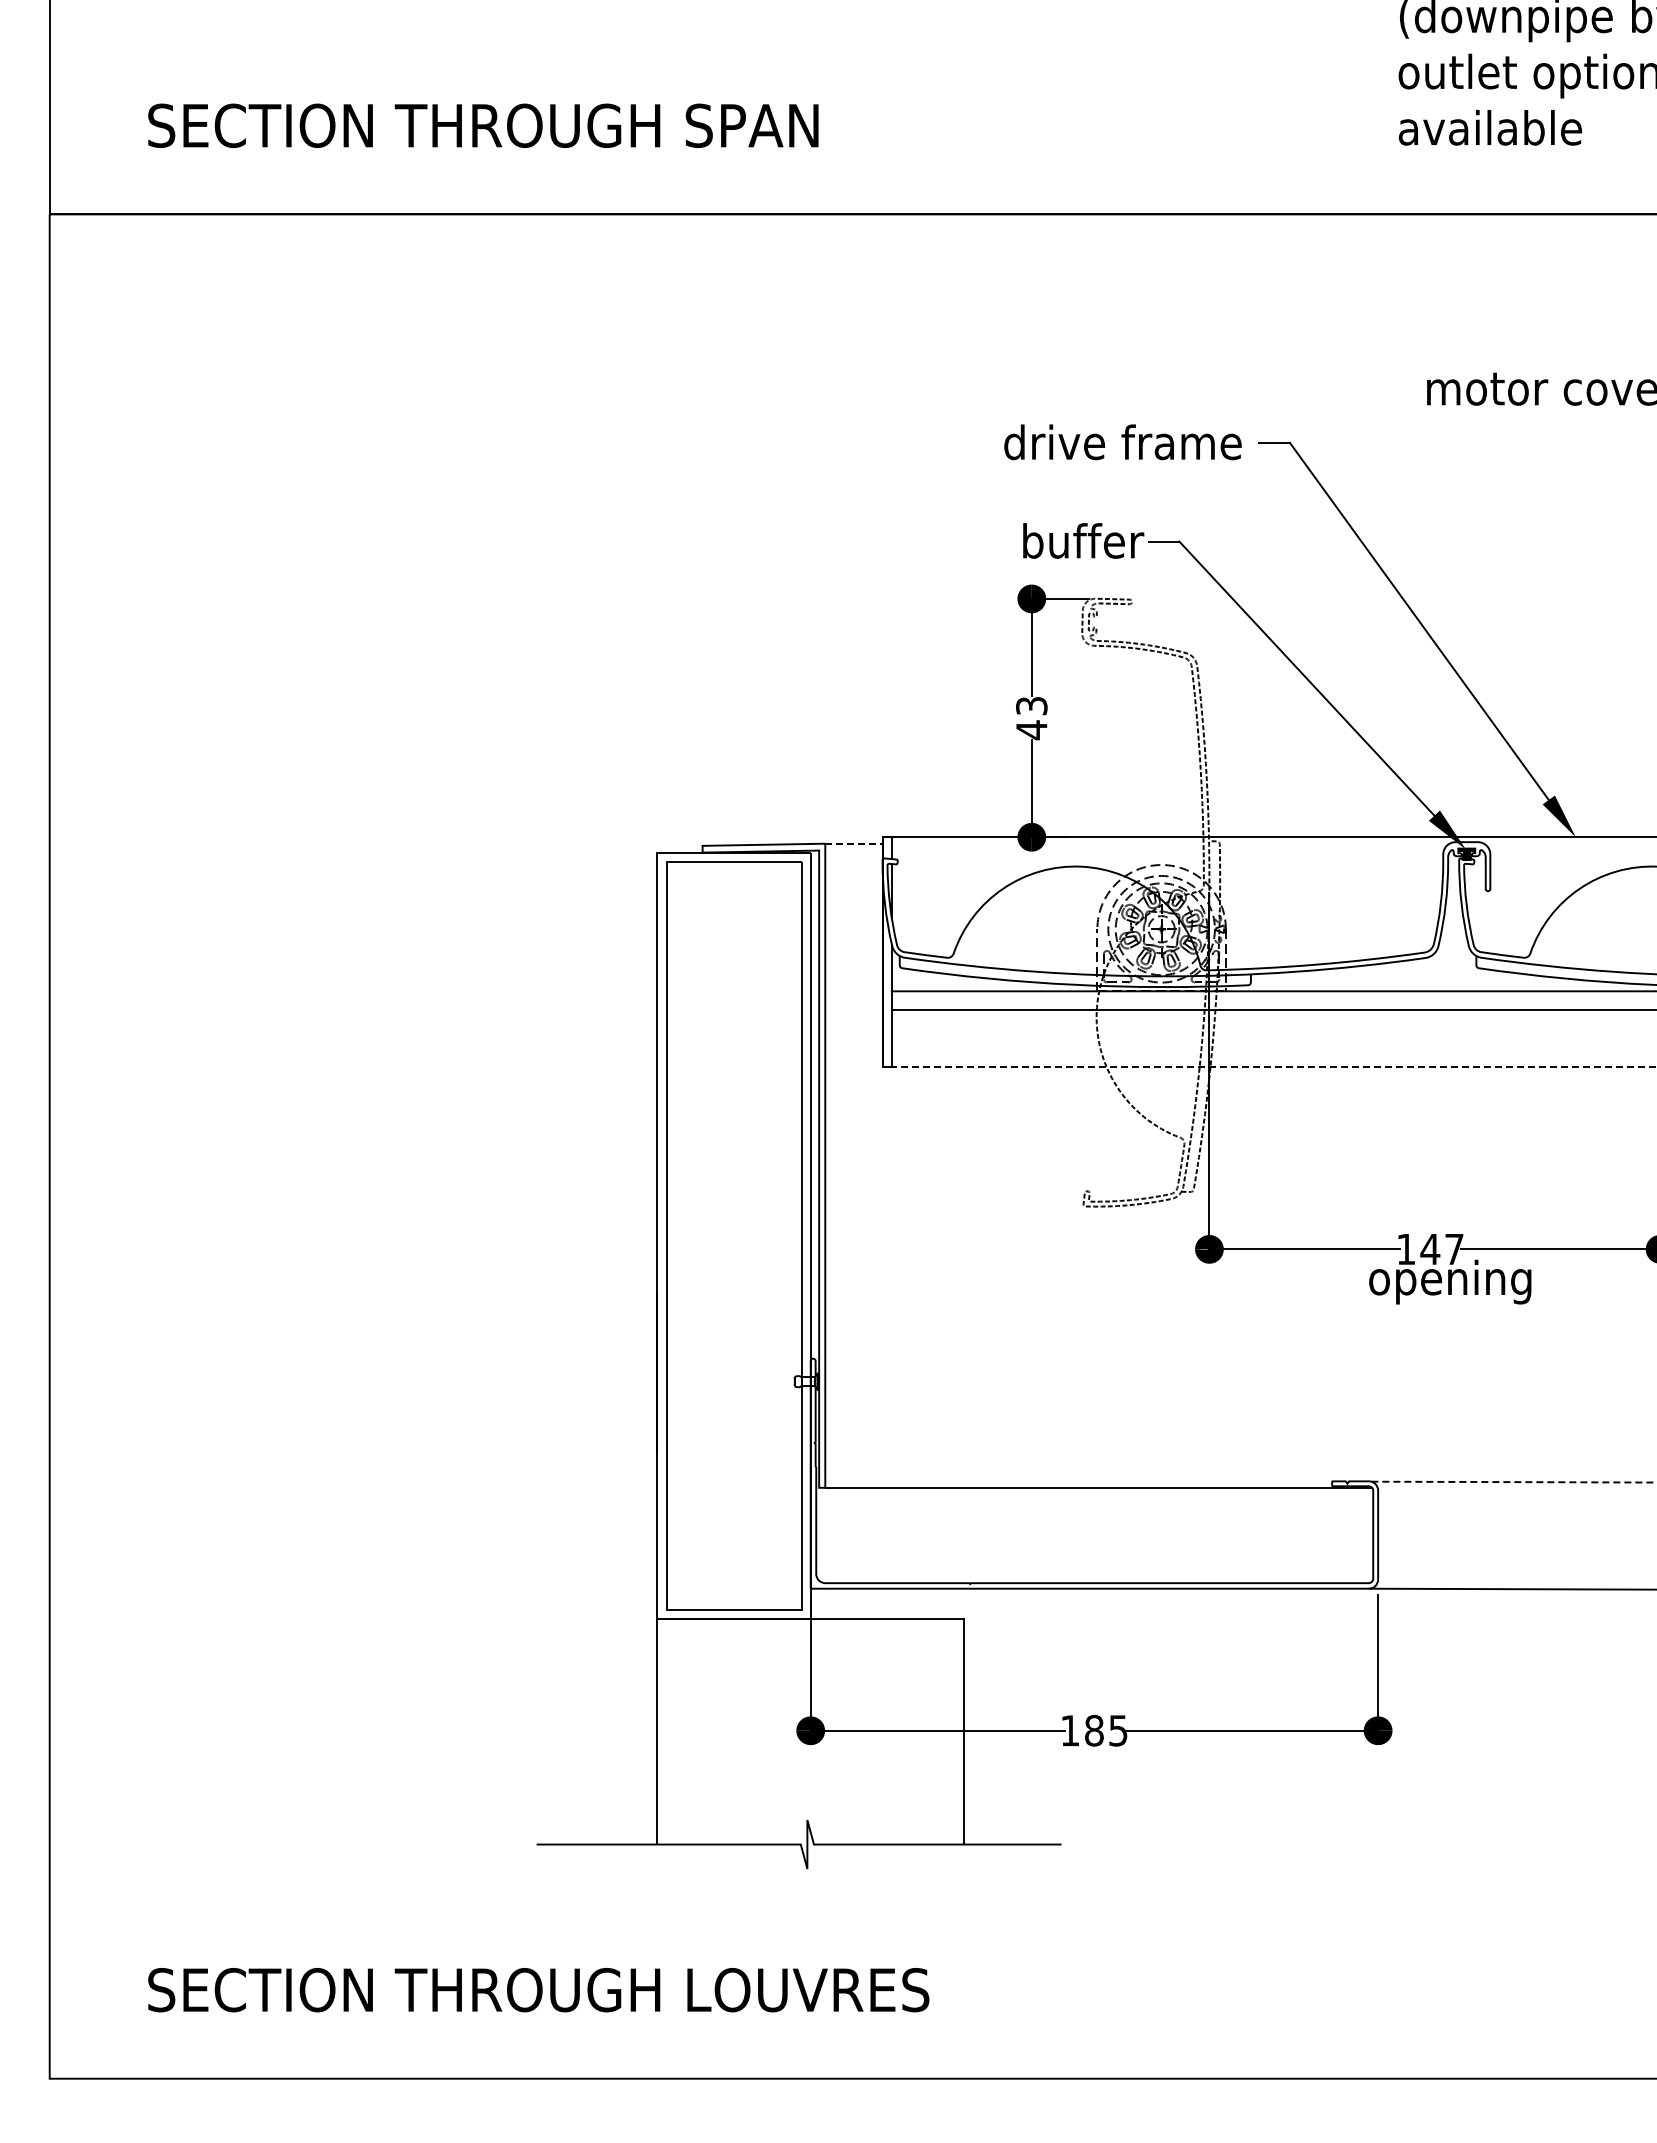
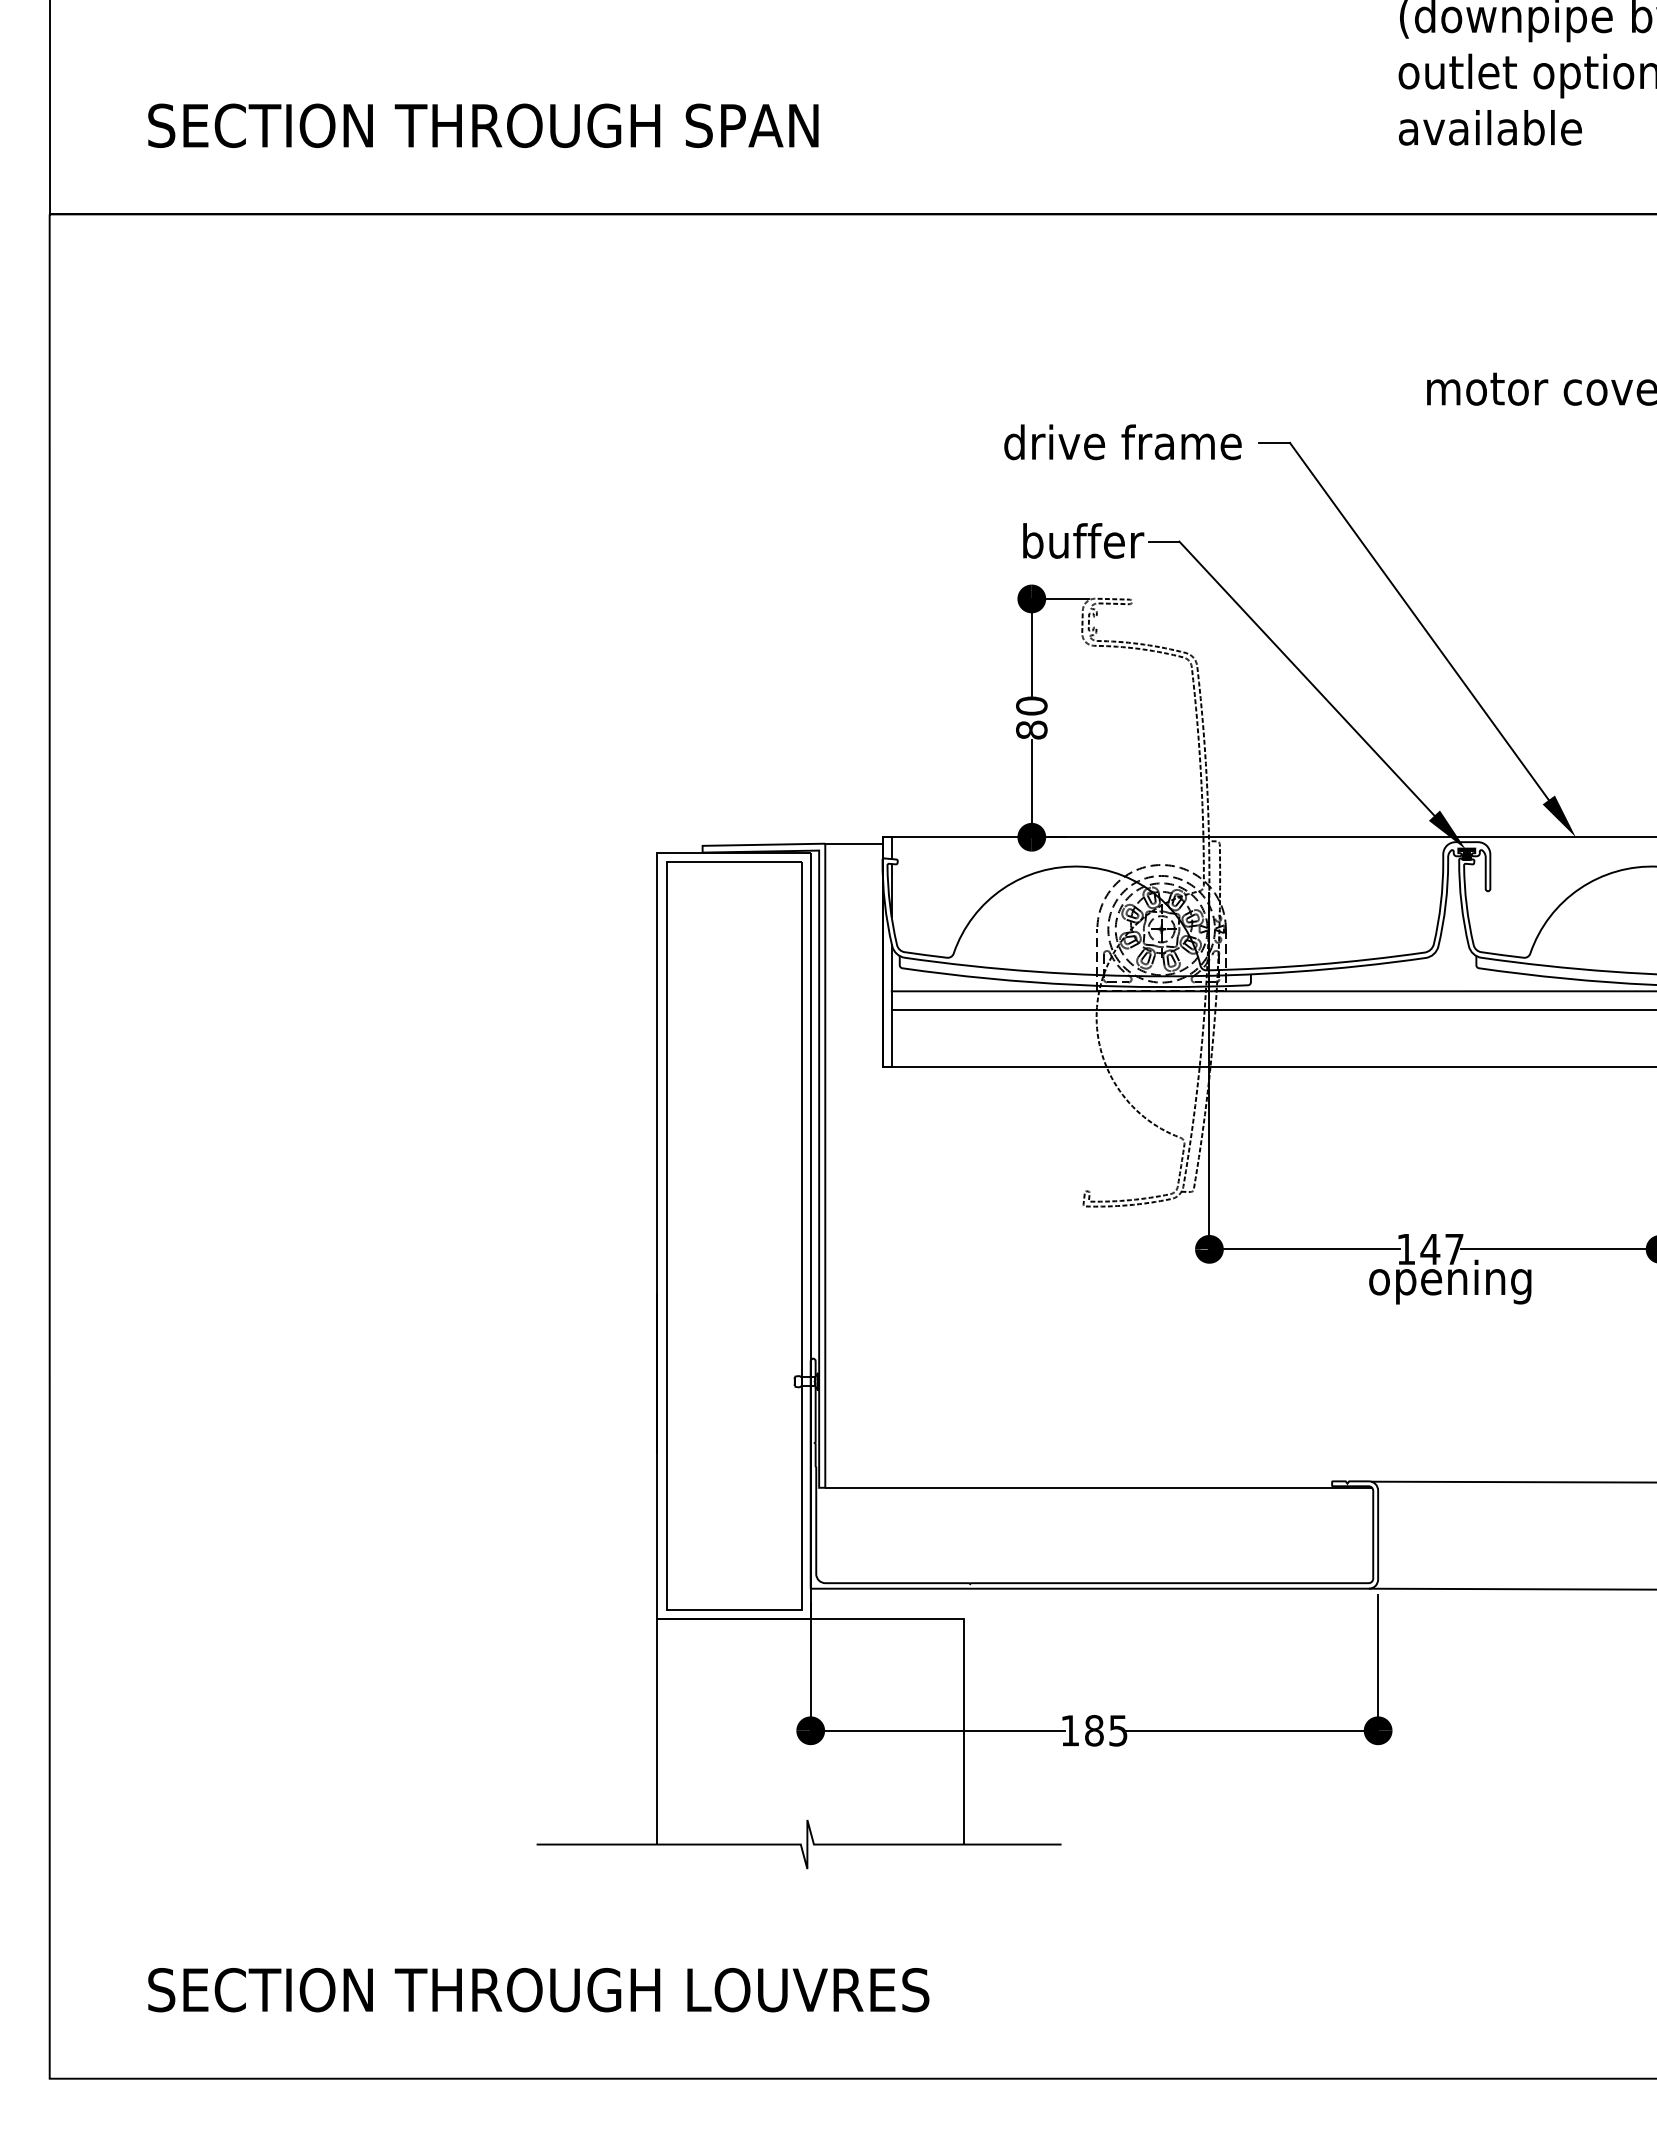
text at (1031, 718): 43 -> 80
line at (853, 843): dashed -> solid
line at (1269, 1067): dashed -> solid
line at (1514, 1482): dashed -> solid
